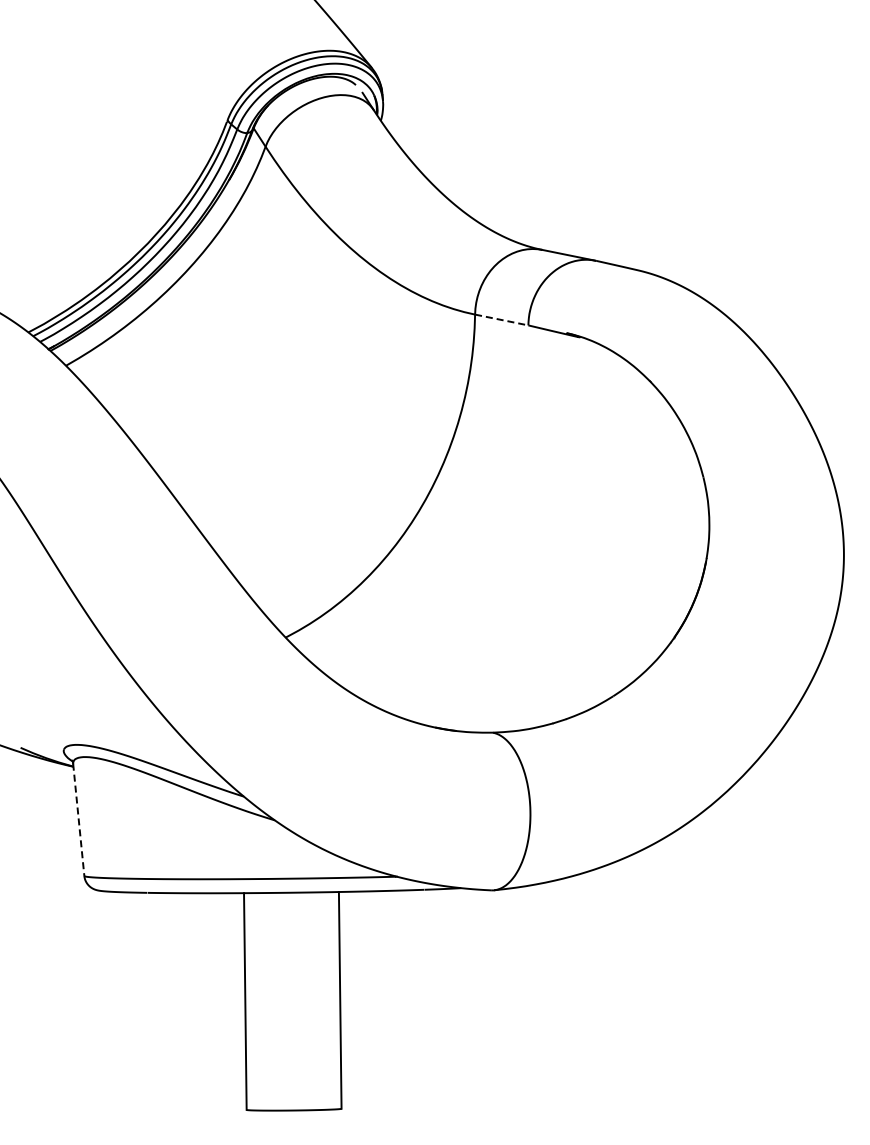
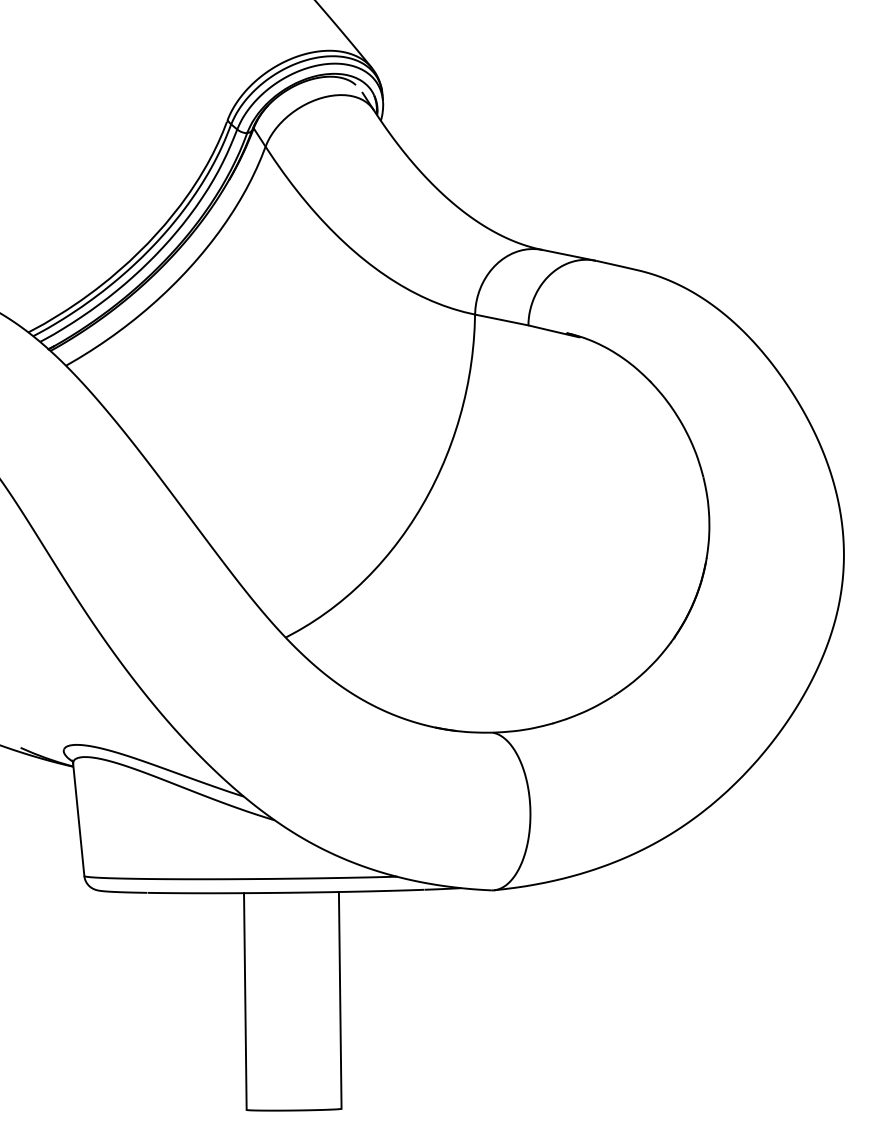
line at (502, 320): dashed -> solid
line at (78, 820): dashed -> solid
